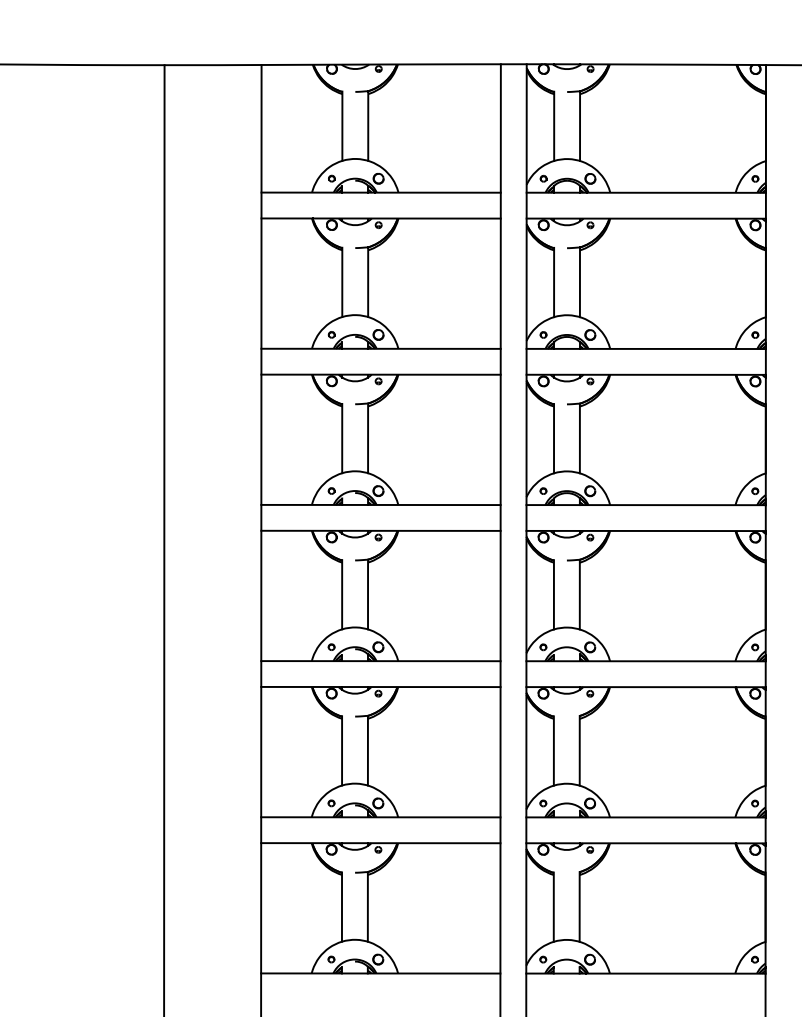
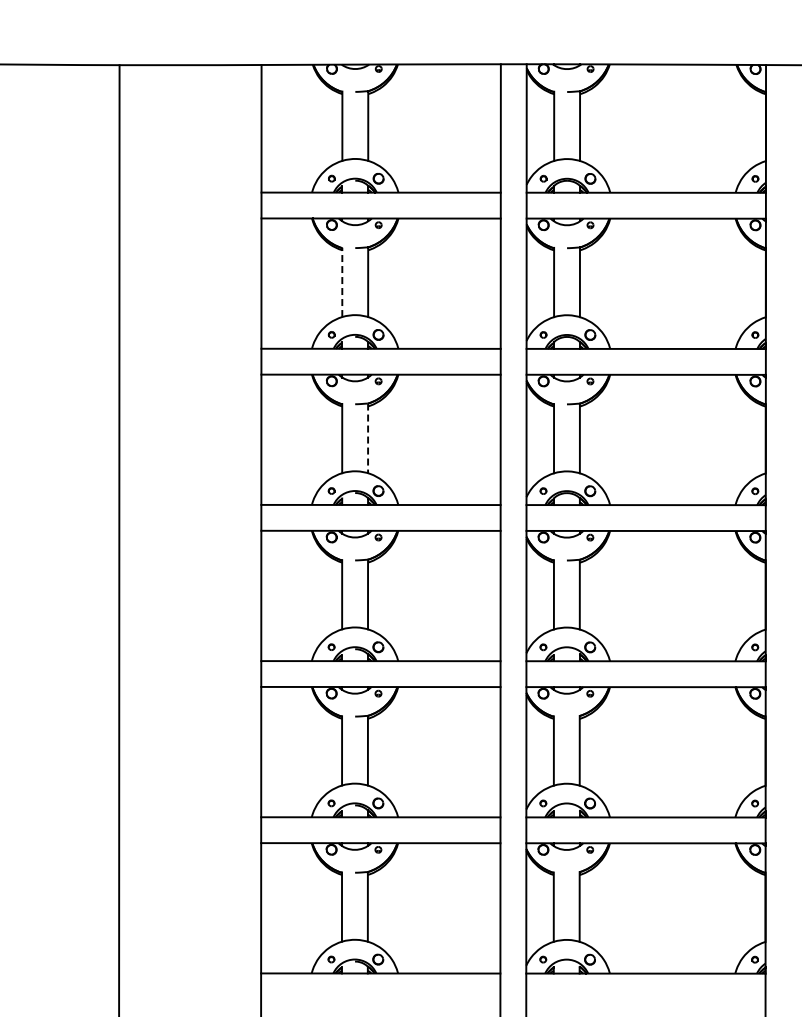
line at (342, 282): solid -> dashed
line at (368, 438): solid -> dashed
line at (164, 539) position: (164, 539) -> (119, 539)
